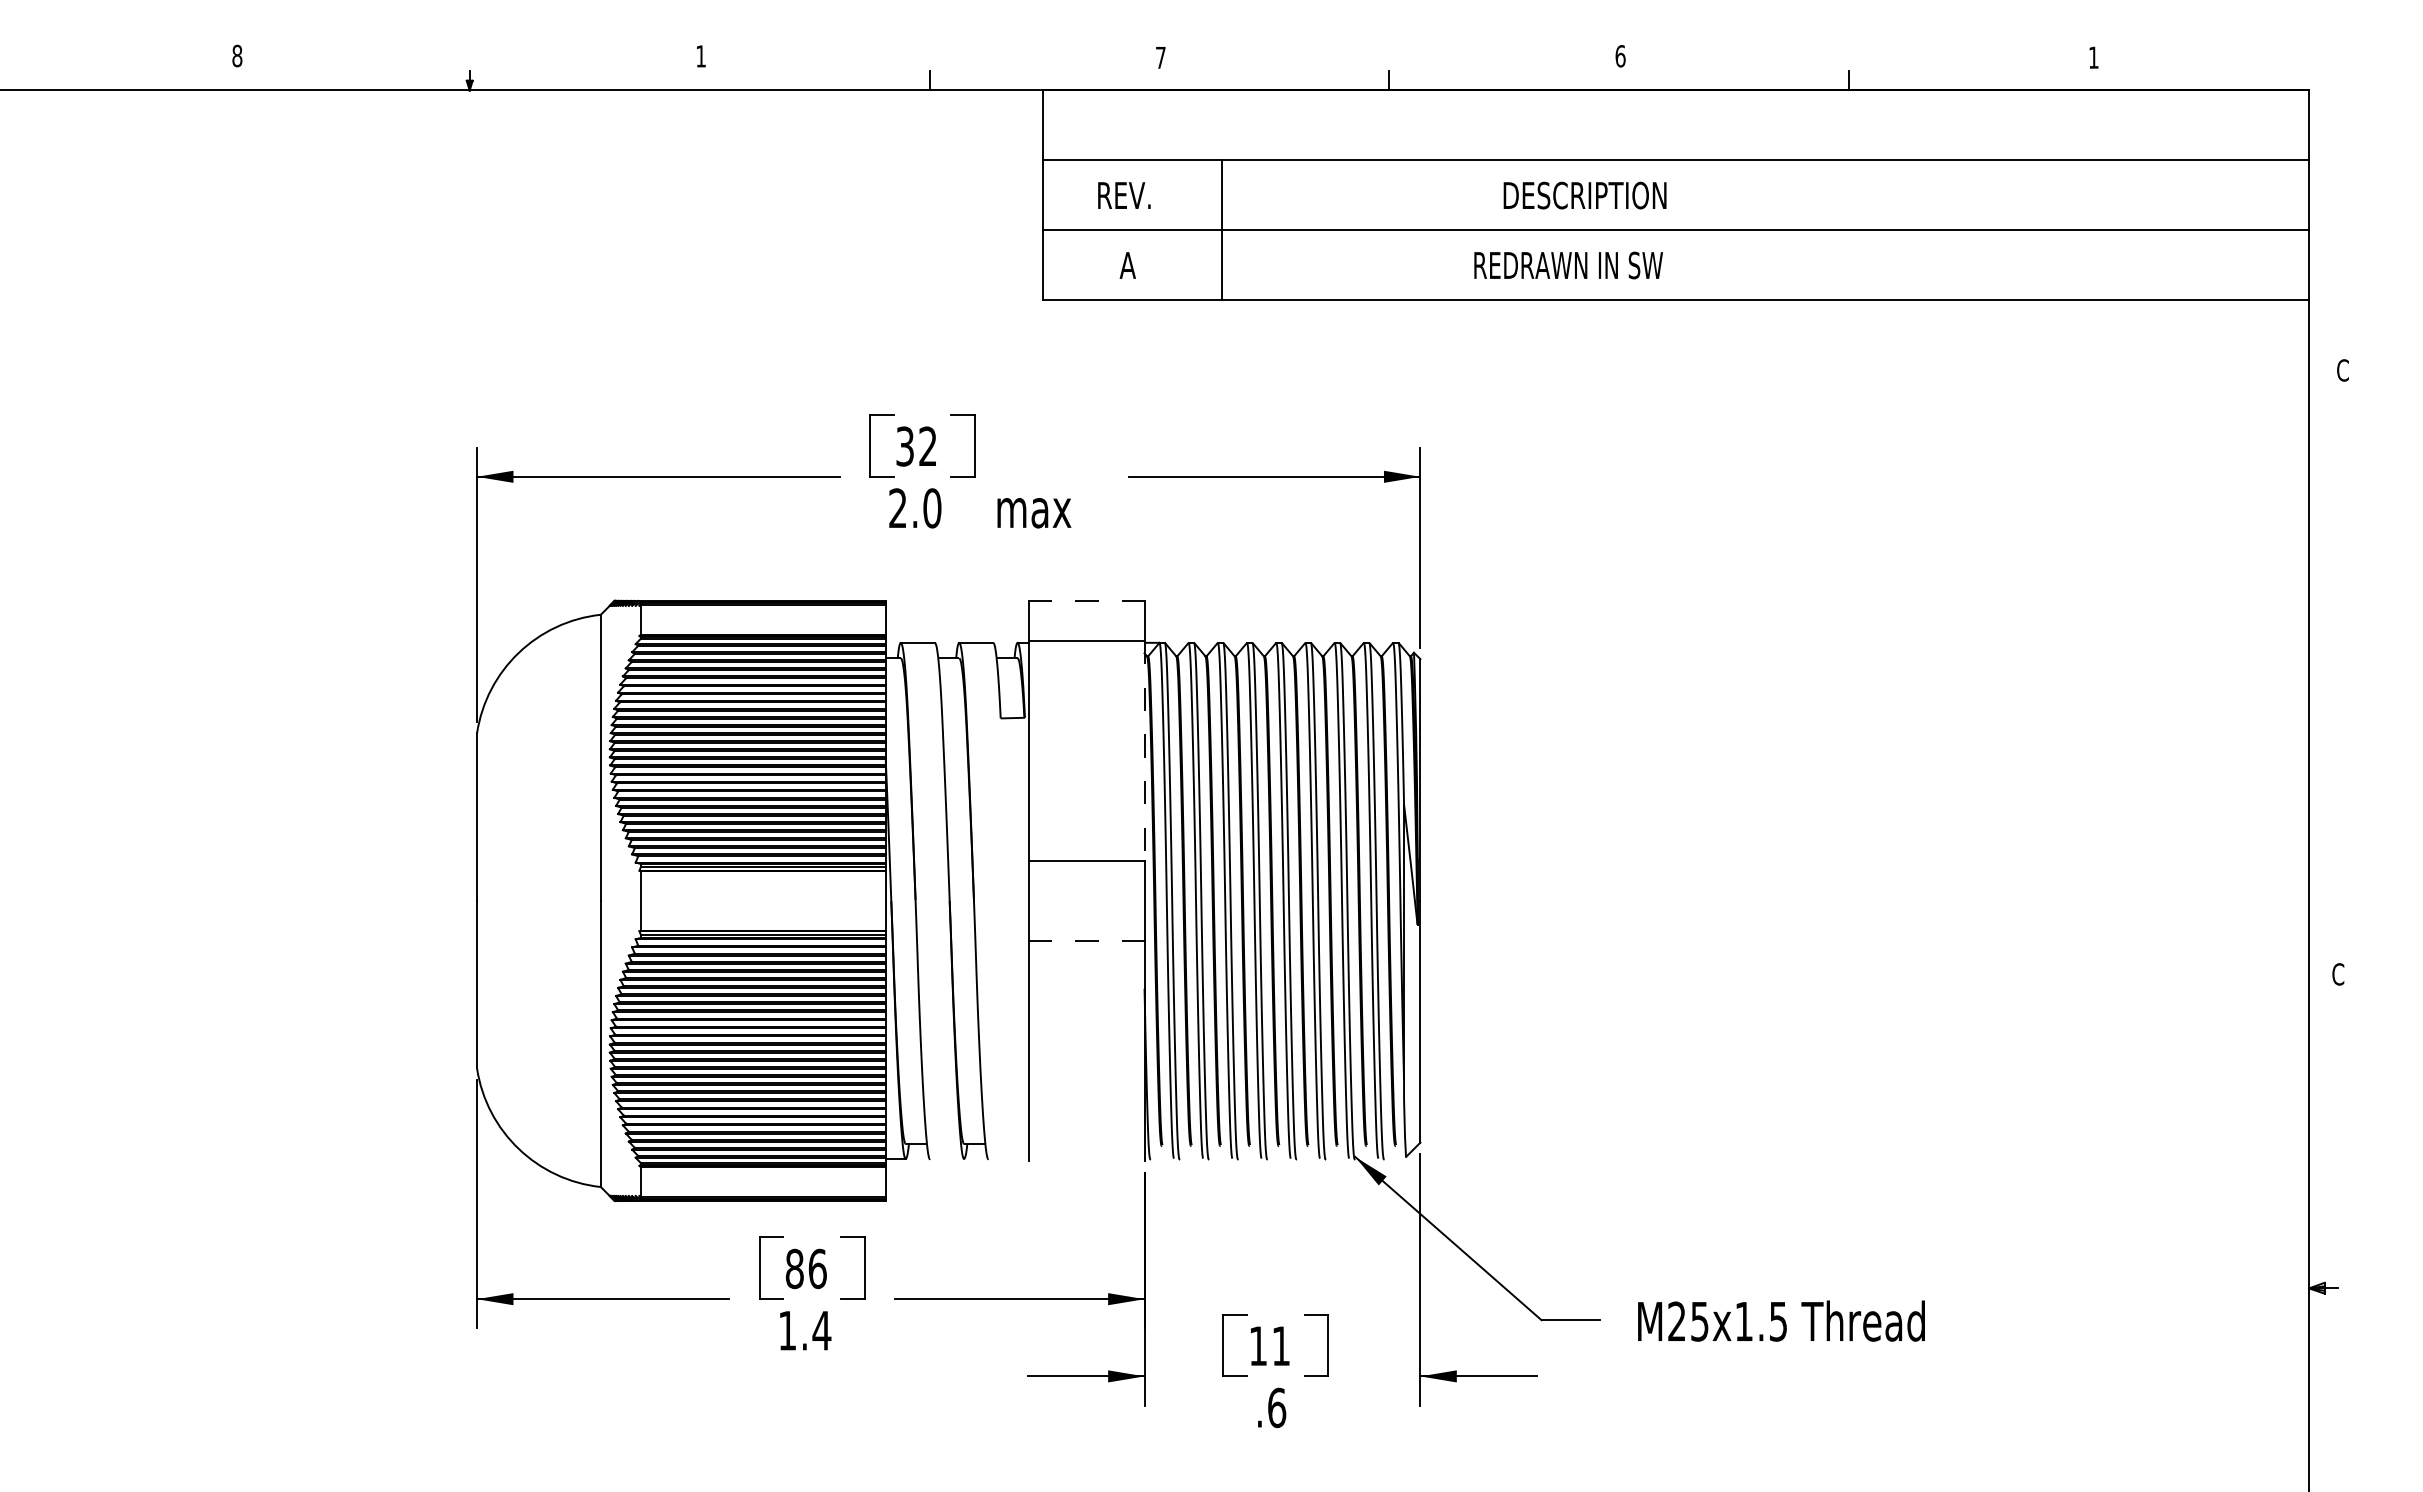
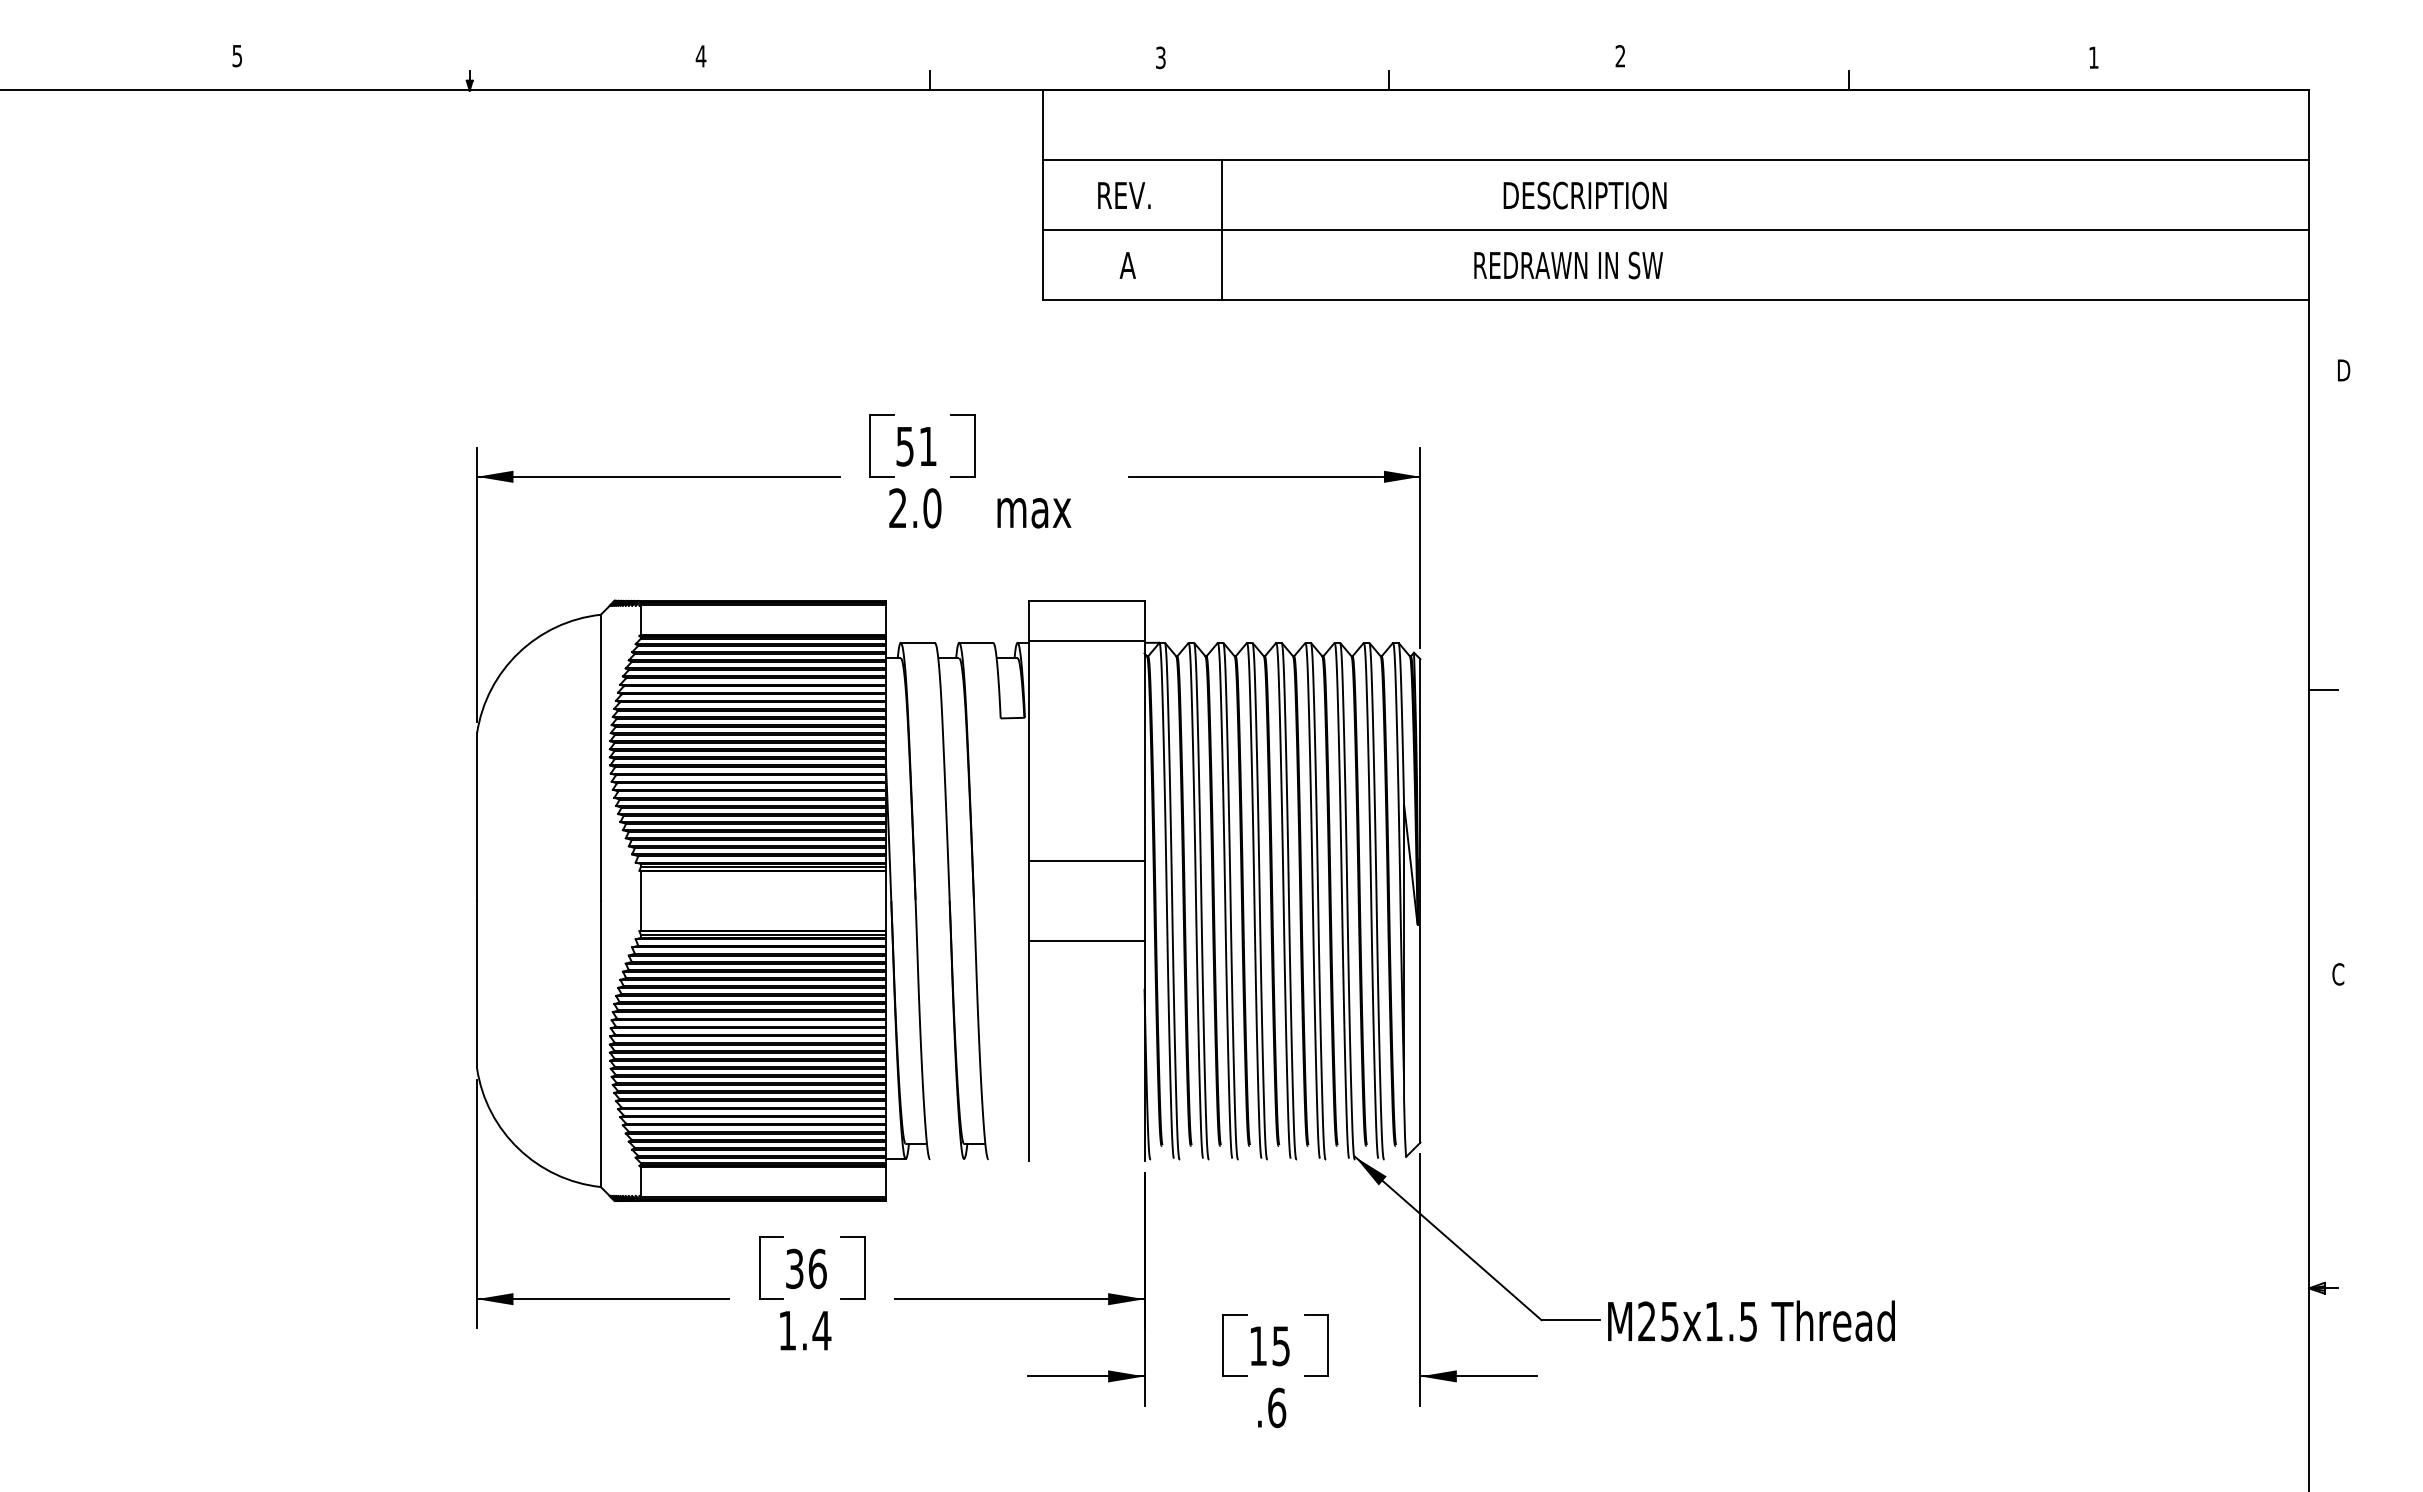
text at (237, 55): 8 -> 5
text at (700, 56): 1 -> 4
text at (1620, 56): 6 -> 2
text at (1160, 57): 7 -> 3
text at (2343, 370): C -> D
text at (916, 445): 32 -> 51
line at (1086, 600): dashed -> solid
line at (2323, 689): none -> present
line at (1144, 750): dashed -> solid
line at (1086, 941): dashed -> solid
text at (794, 1268): 86 -> 36
text at (1781, 1320) position: (1781, 1320) -> (1751, 1320)
text at (1280, 1346): 11 -> 15
